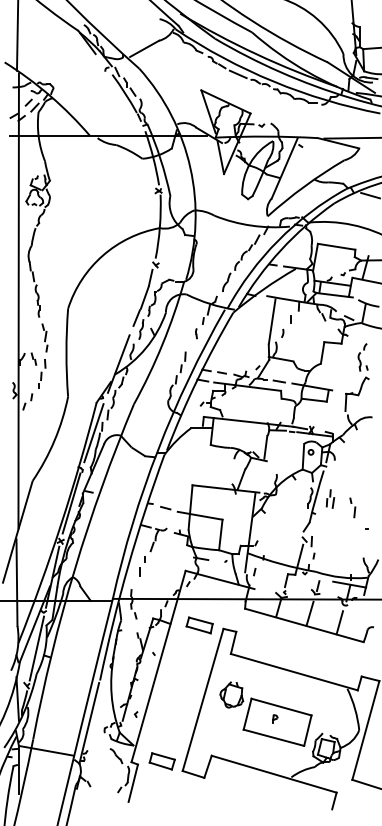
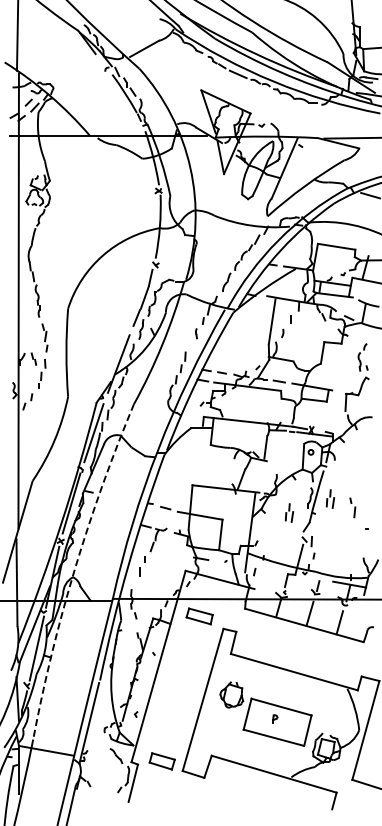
part at (289, 512): none -> present
arc at (74, 569): solid -> dashed
part at (199, 625) position: (199, 625) -> (199, 616)
